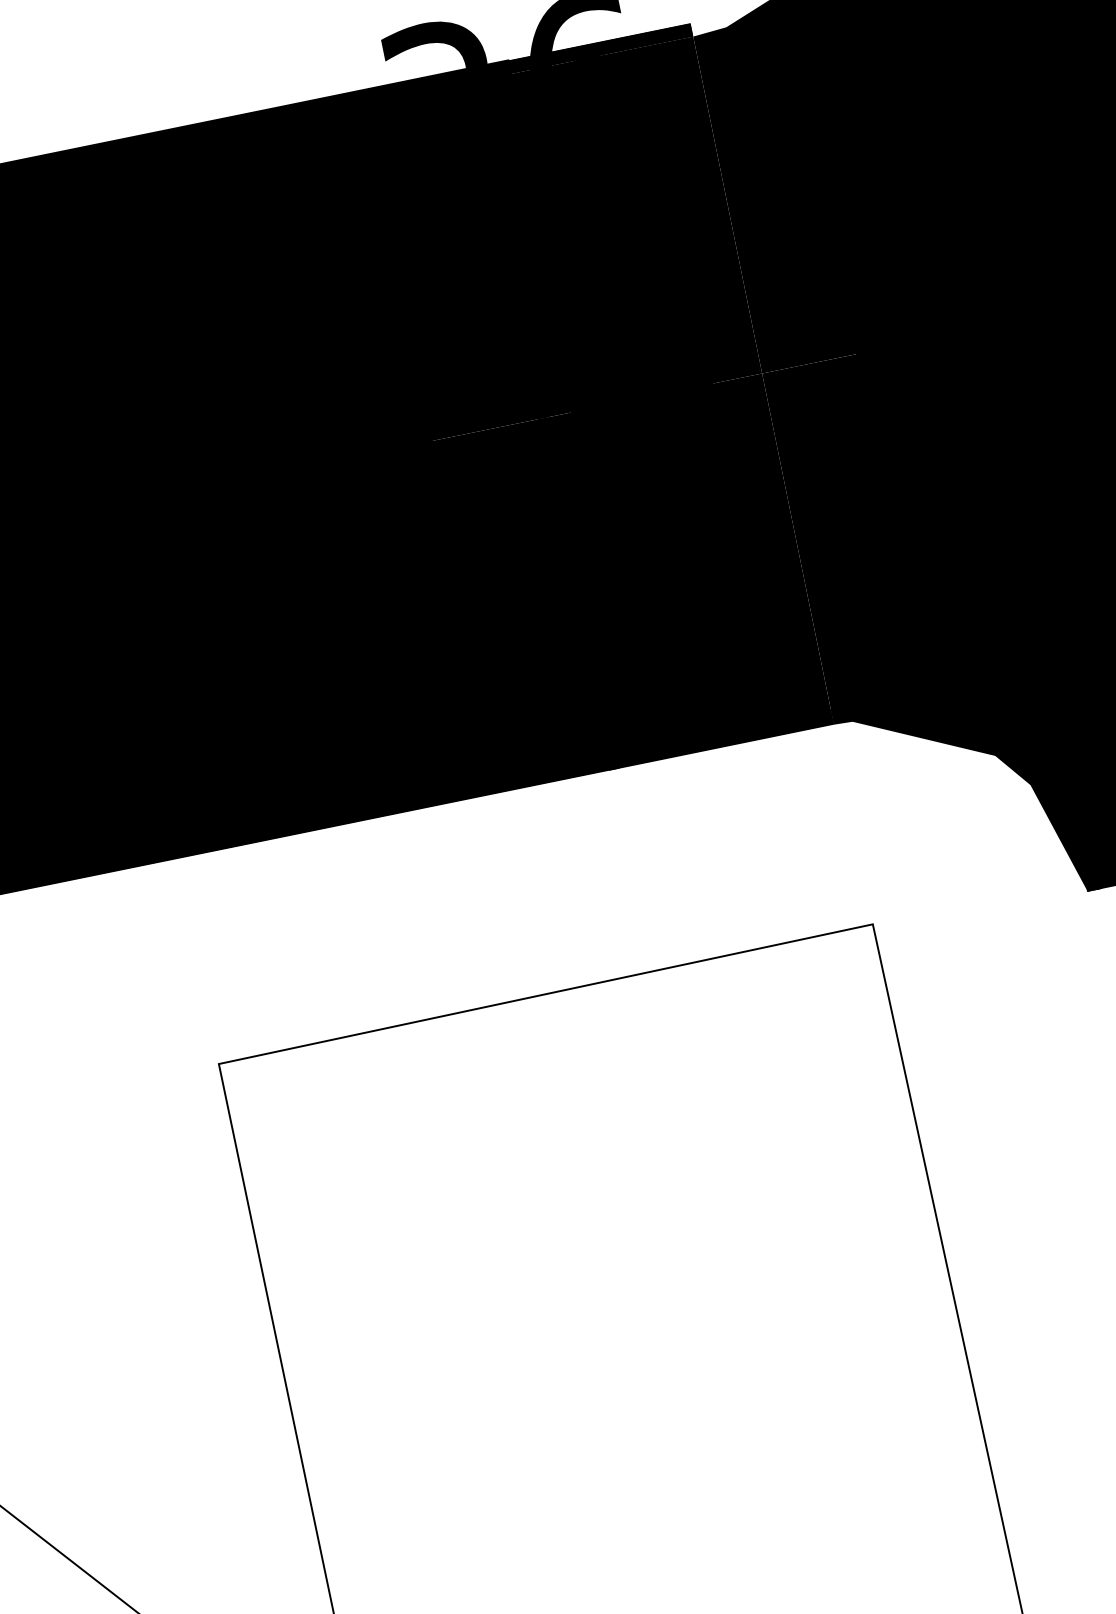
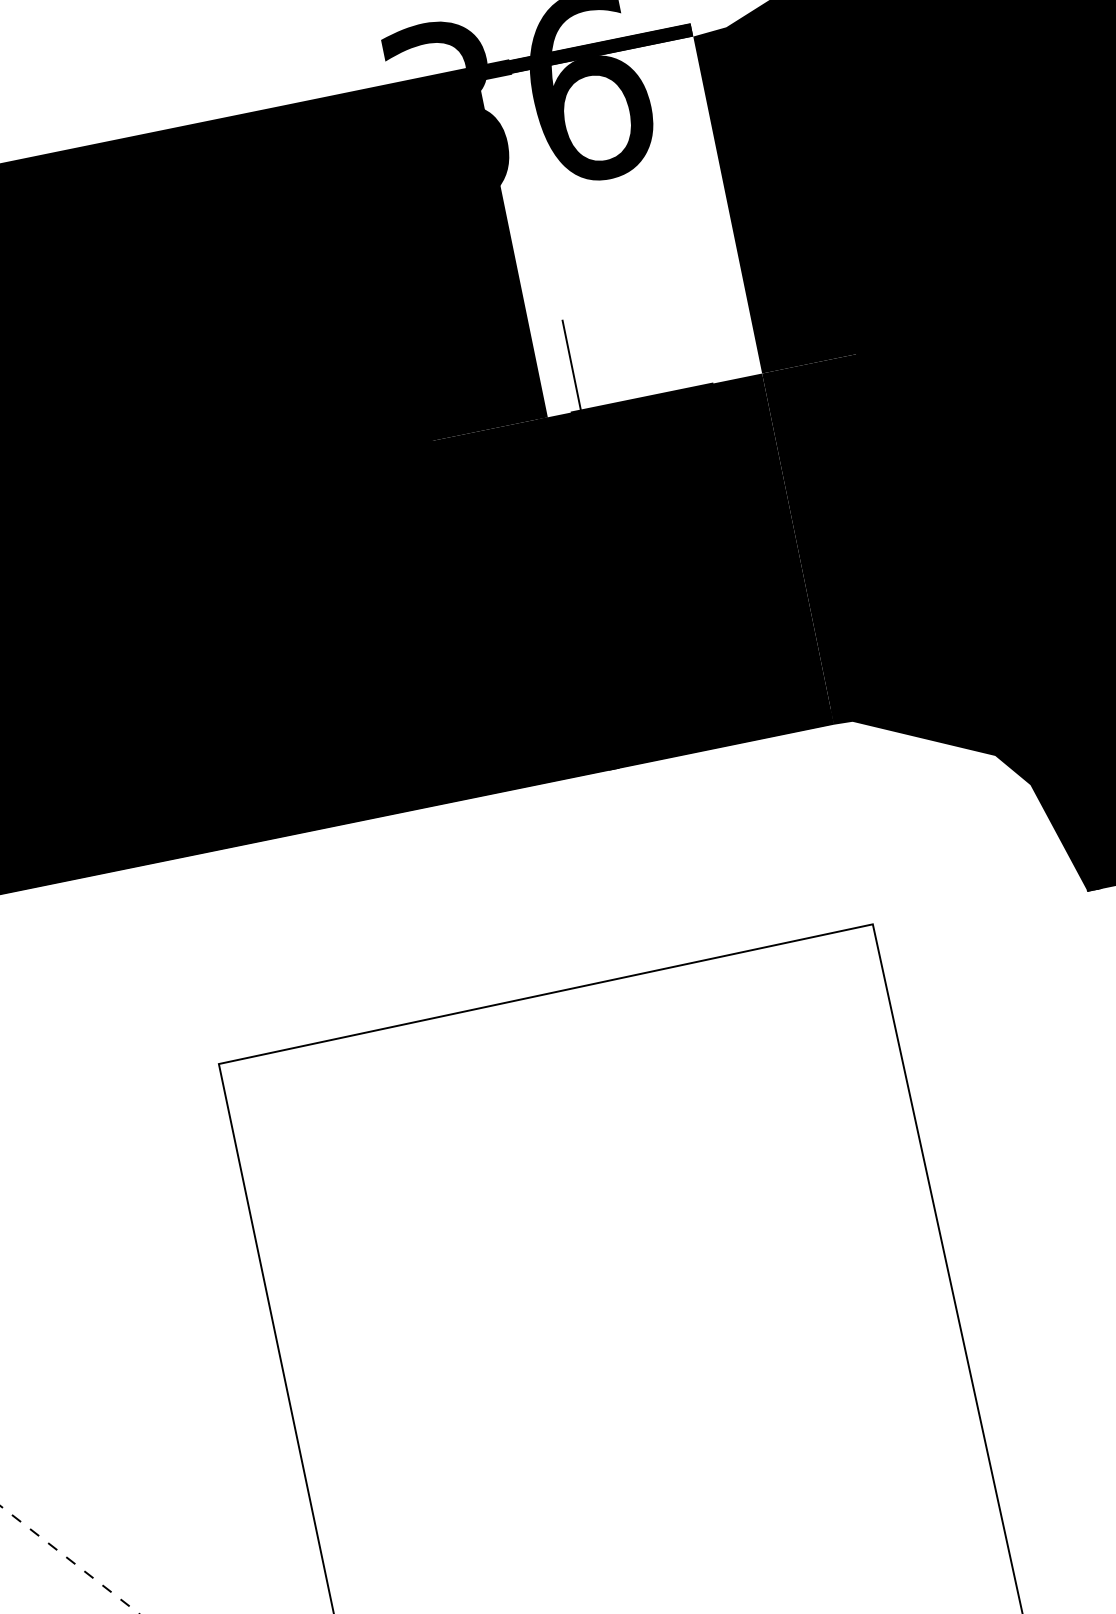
fill at (615, 227): present -> none
line at (69, 1559): solid -> dashed
